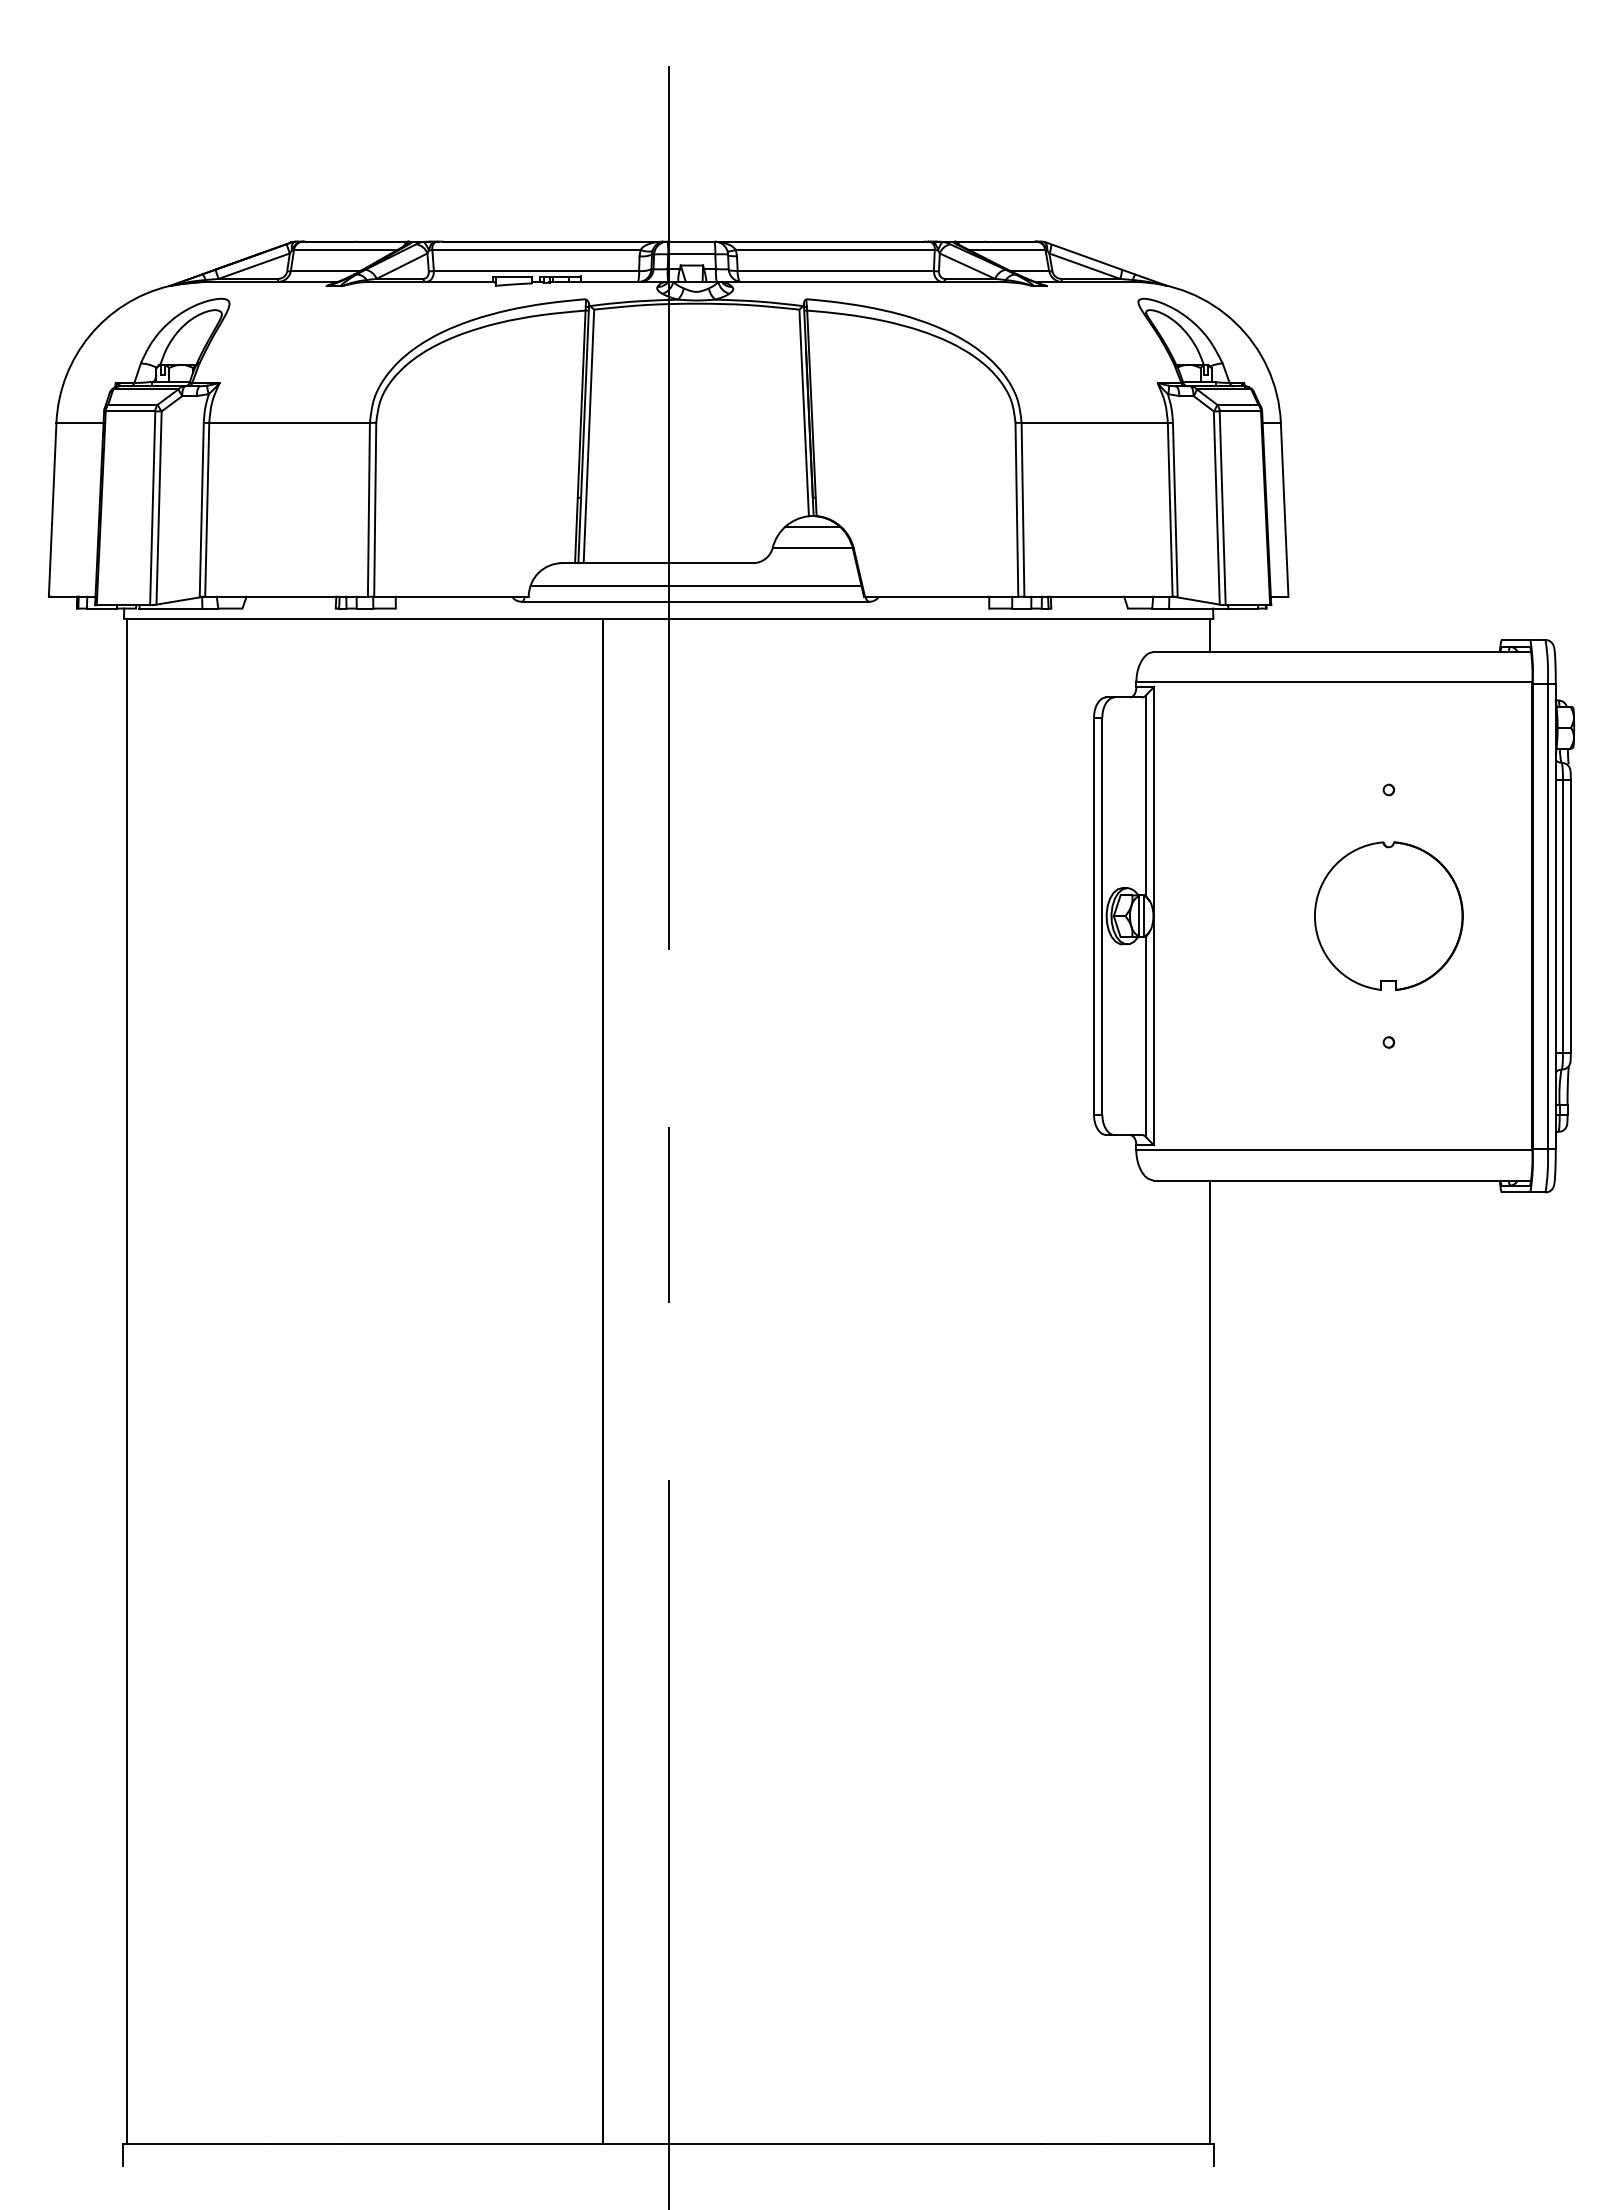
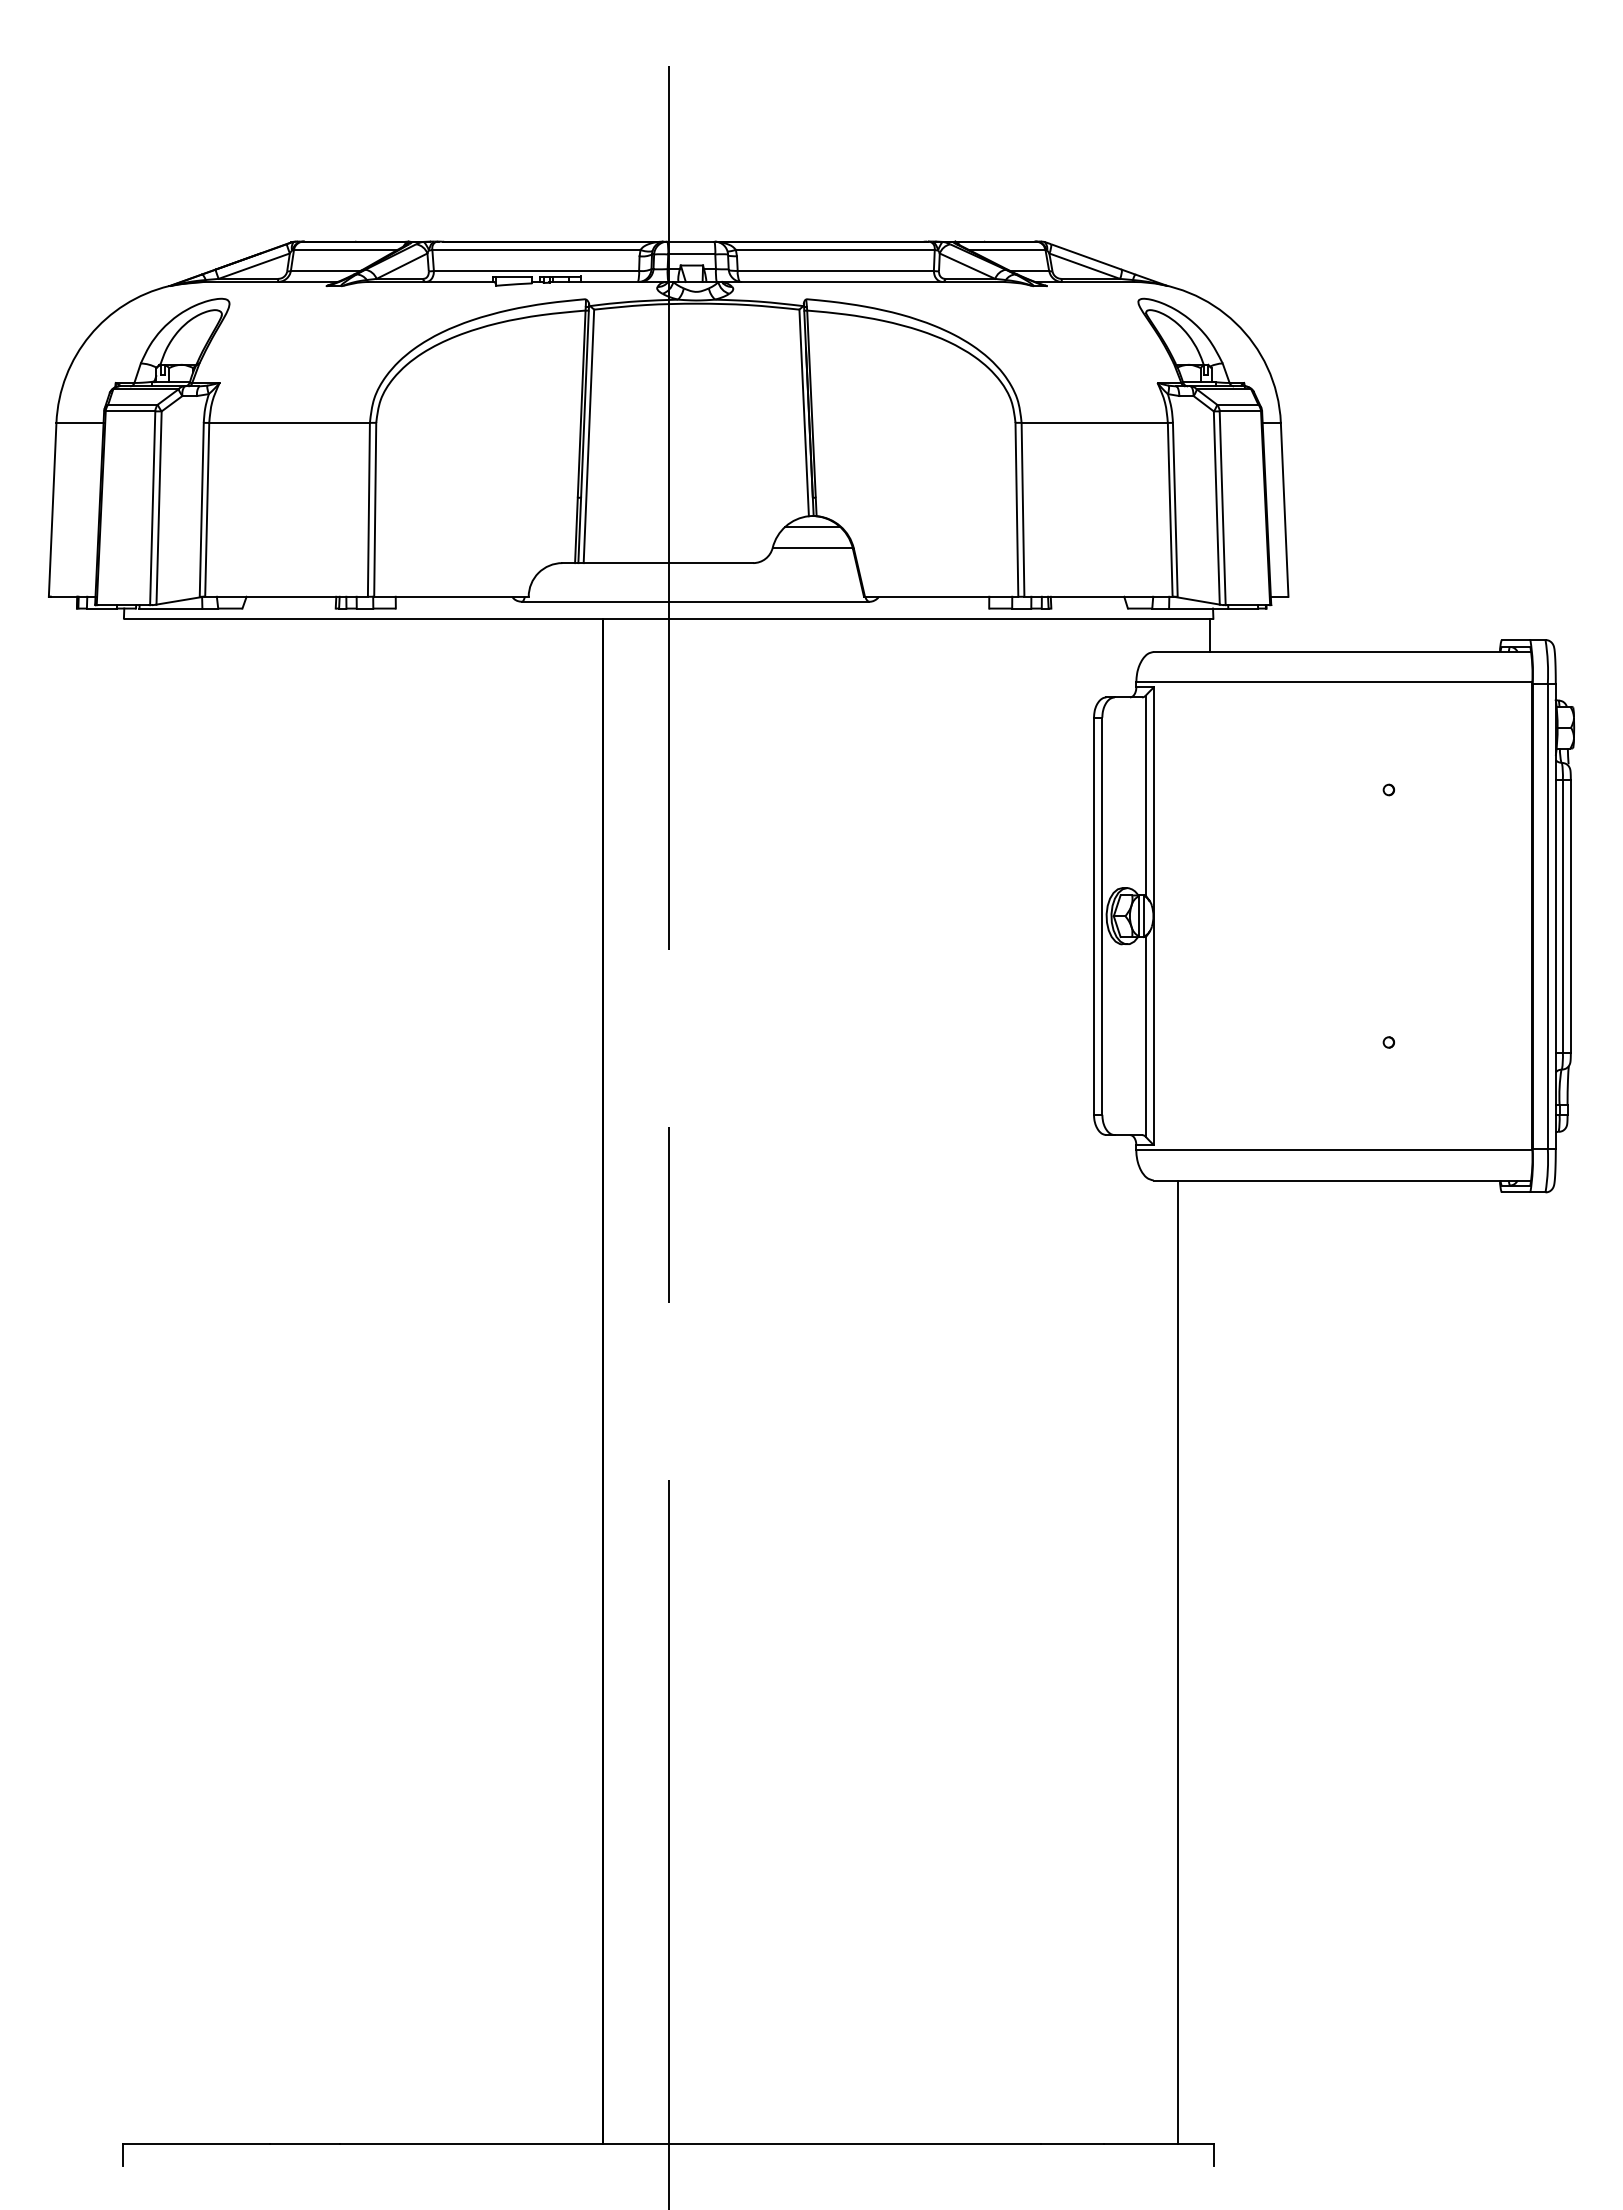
line at (695, 585): present -> none
part at (1388, 915): present -> none
line at (127, 1380): present -> none
line at (1210, 1661) position: (1210, 1661) -> (1178, 1661)
